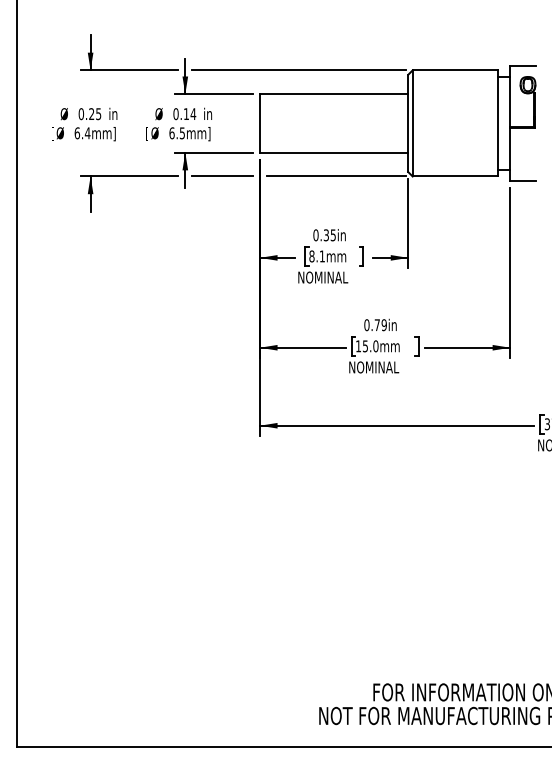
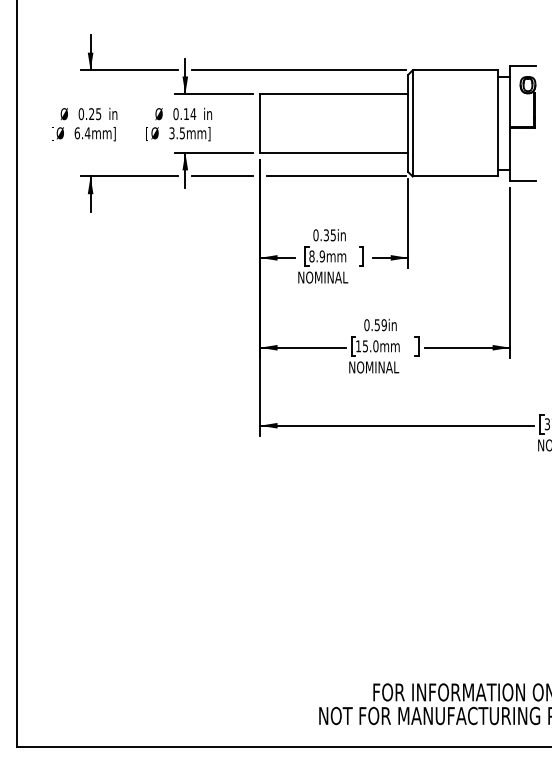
text at (171, 133): 6.5mm] -> 3.5mm]
text at (322, 256): 8.1mm -> 8.9mm
text at (376, 325): 0.79in -> 0.59in
